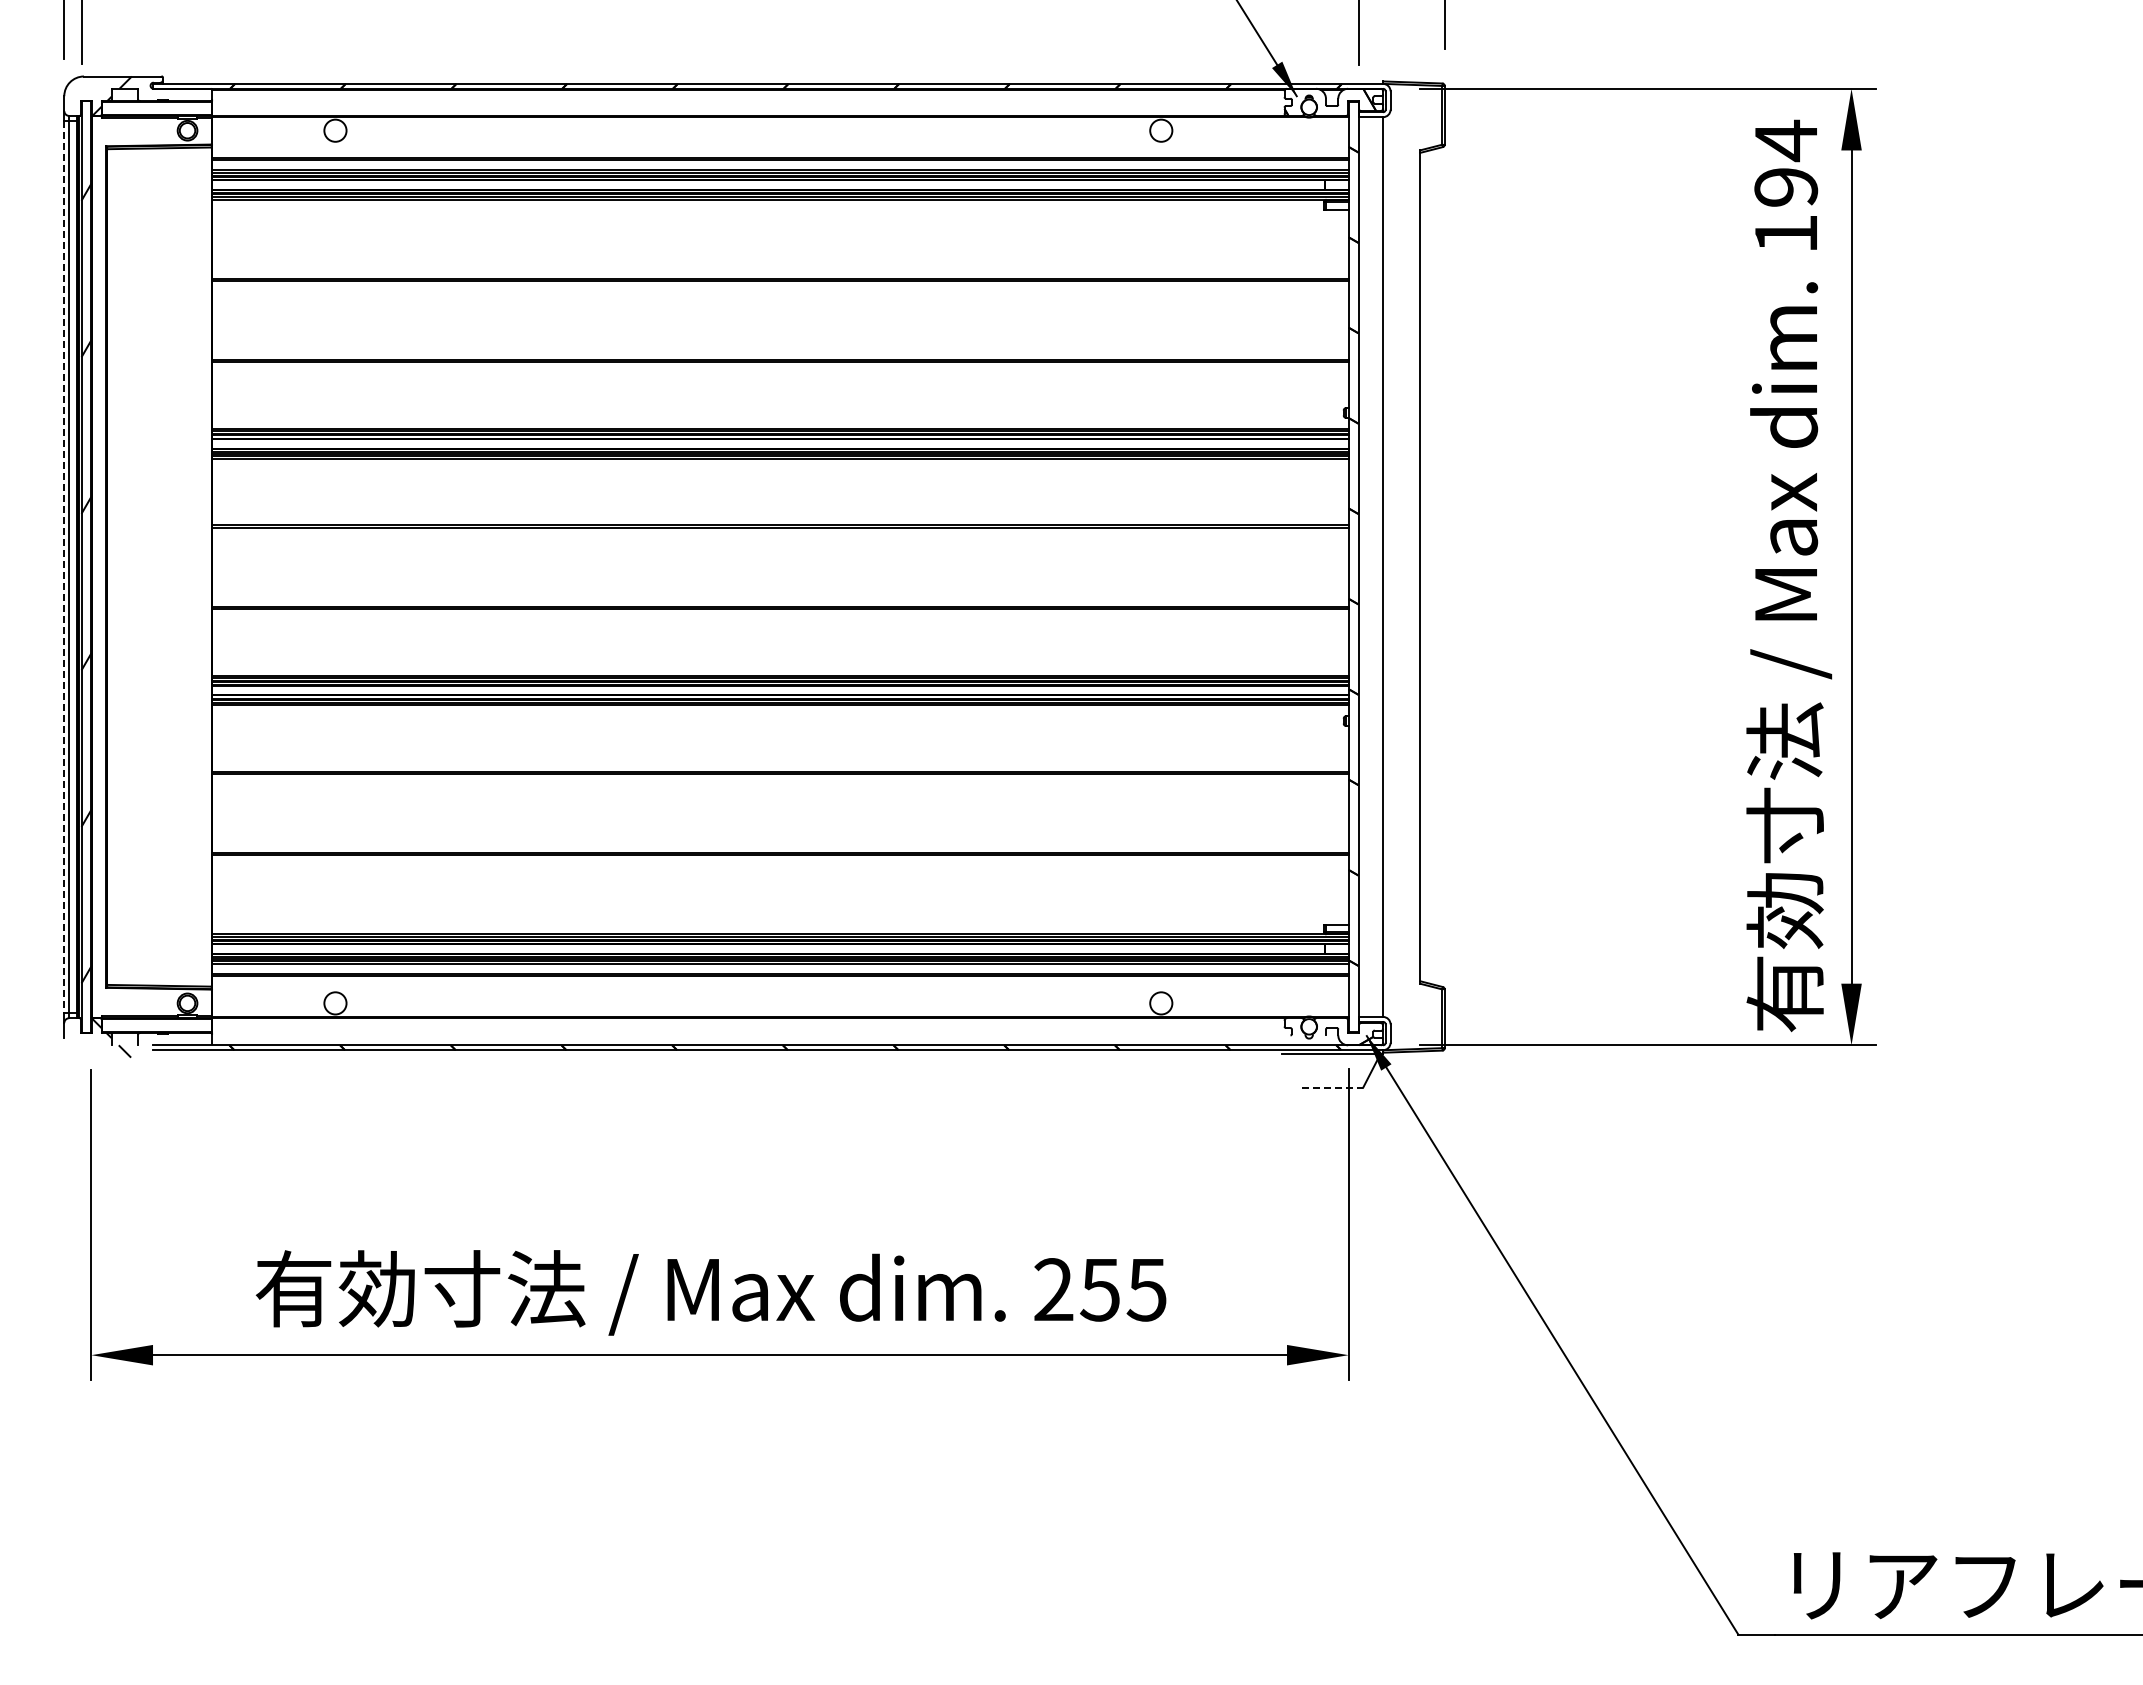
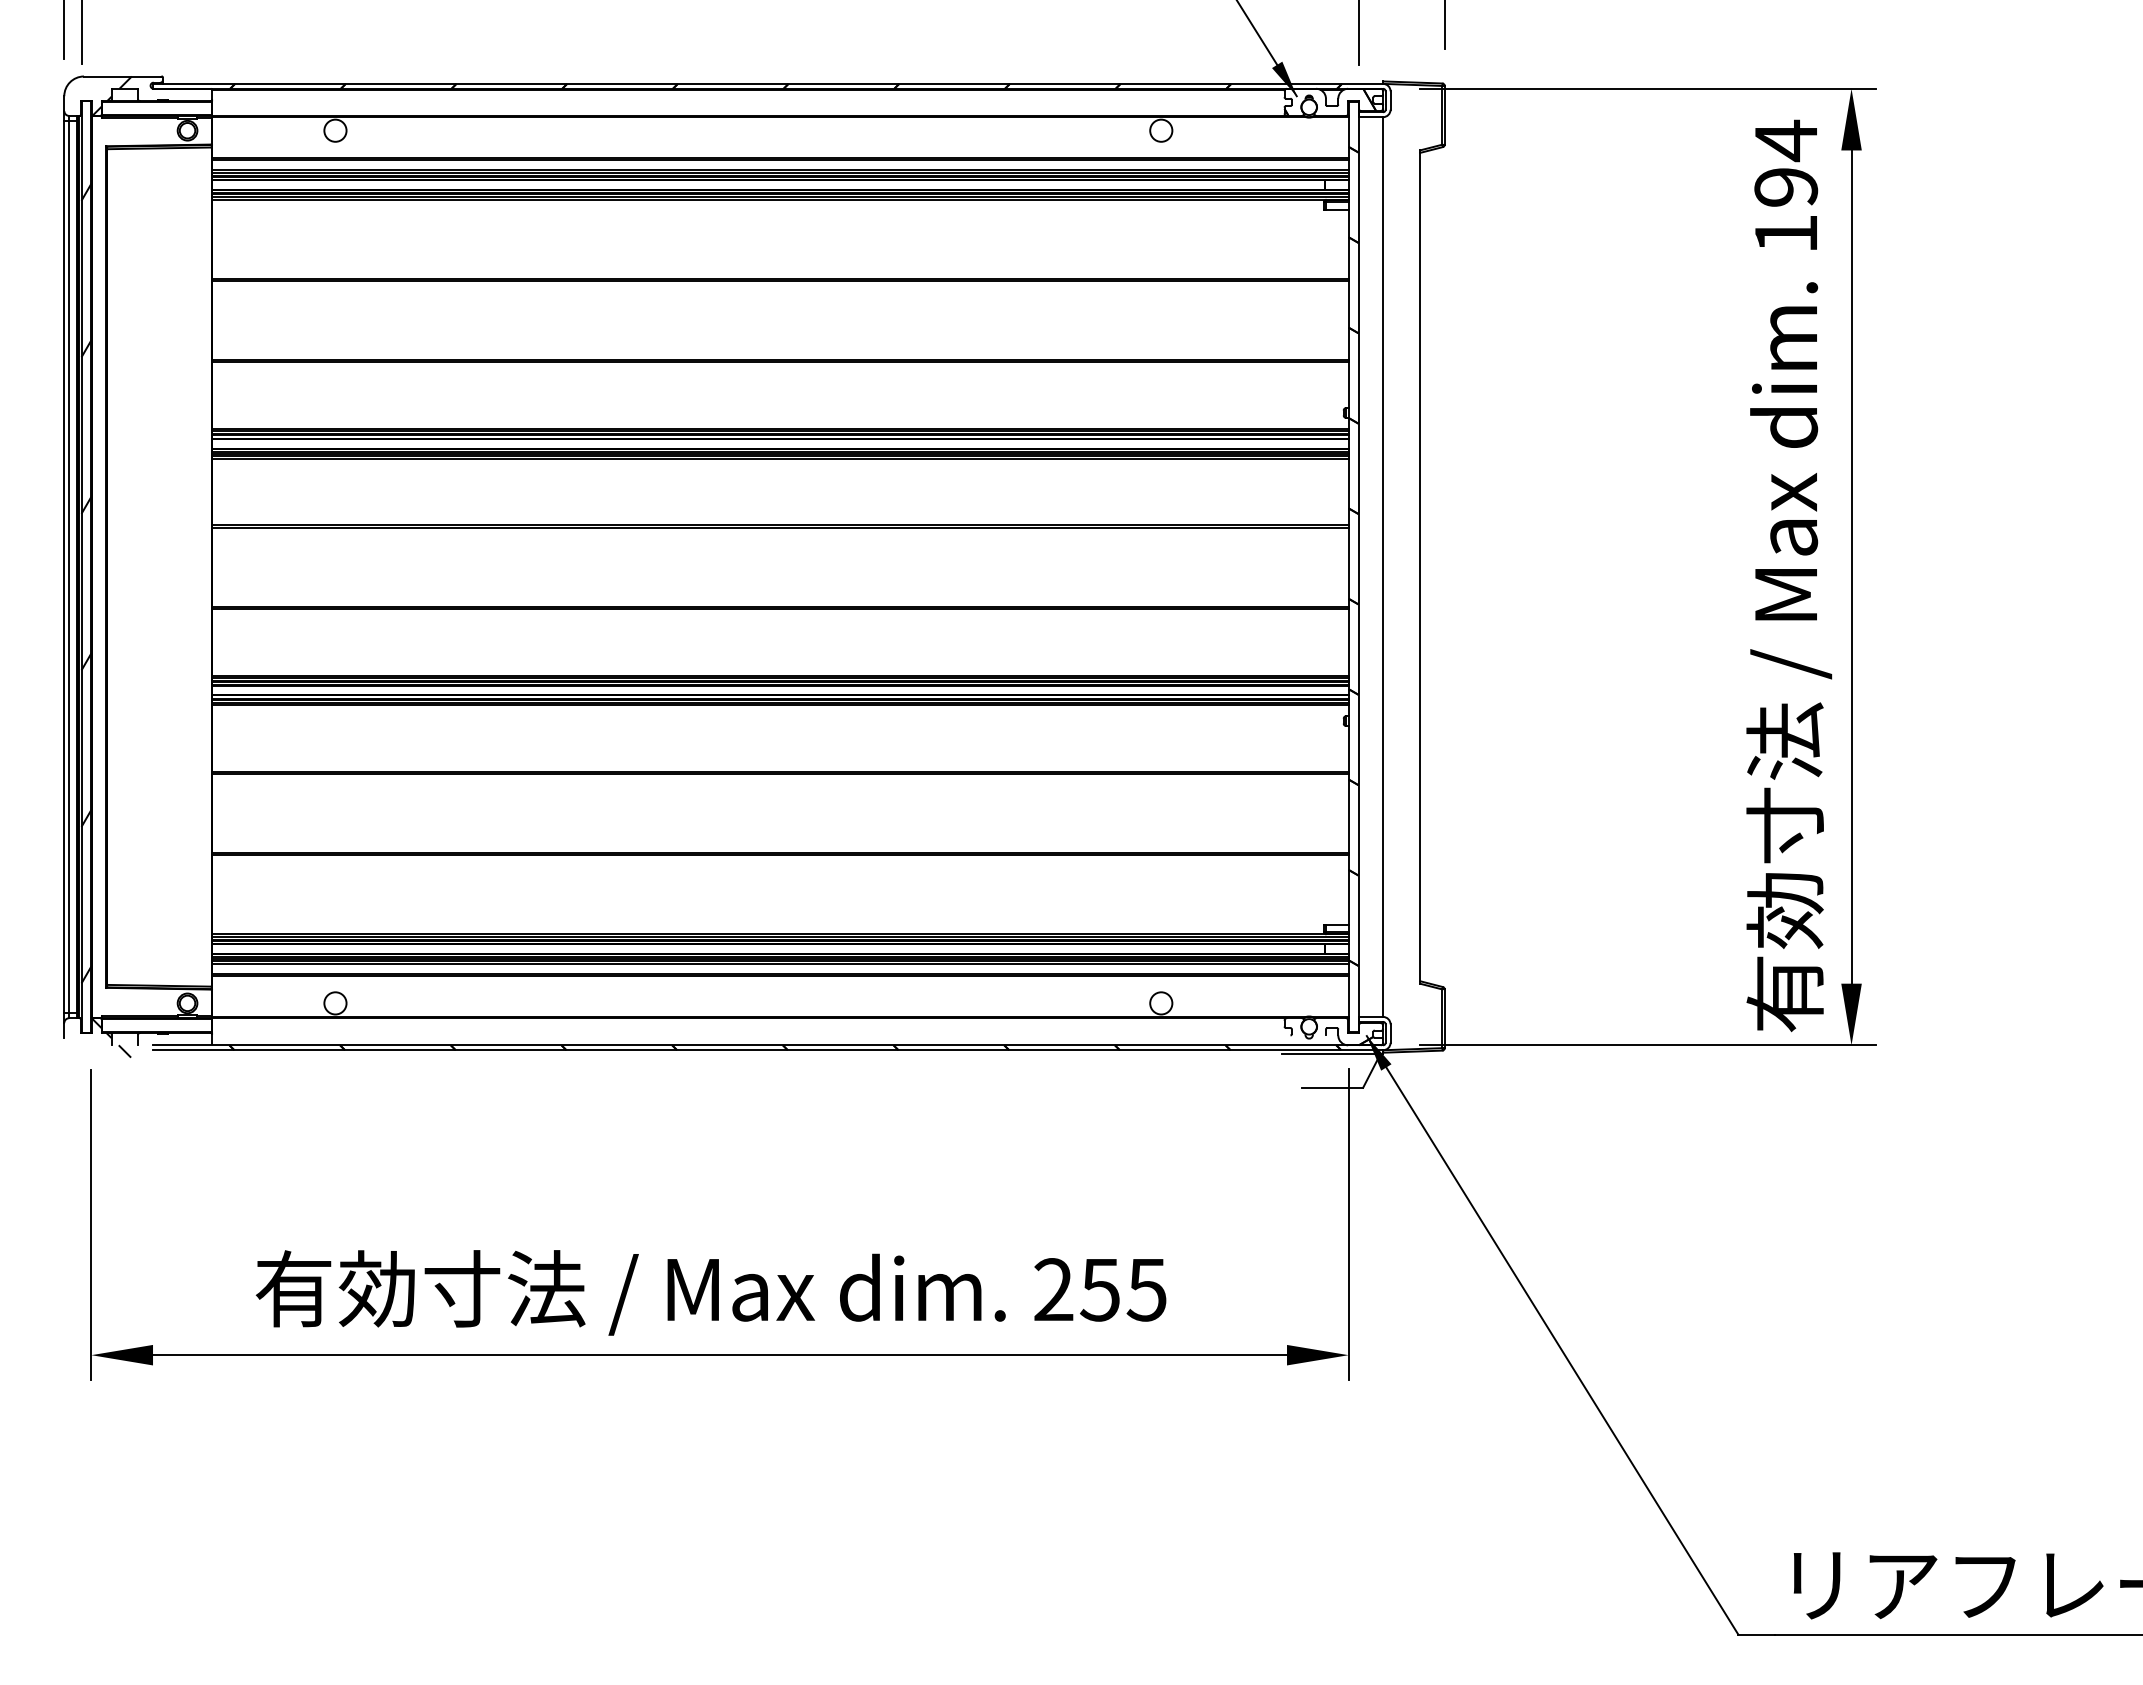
line at (64, 567): dashed -> solid
line at (1332, 1087): dashed -> solid
